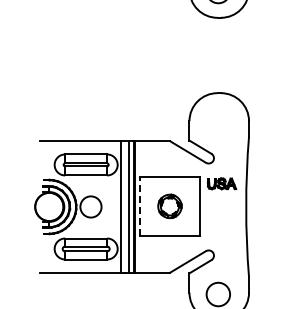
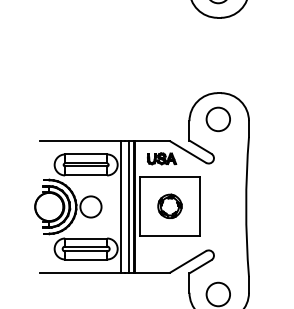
circle at (217, 119): none -> present
part at (222, 183) position: (222, 183) -> (162, 158)
line at (140, 206): dashed -> solid
